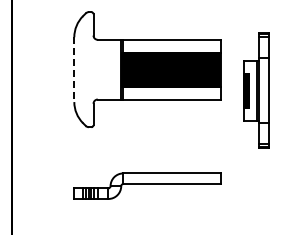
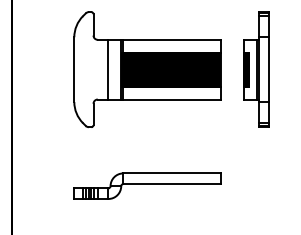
line at (108, 69): none -> present
line at (74, 70): dashed -> solid
part at (256, 90) position: (256, 90) -> (256, 69)
